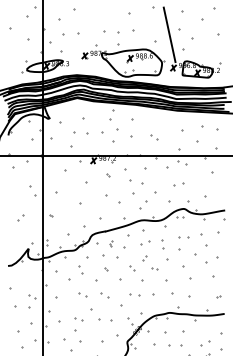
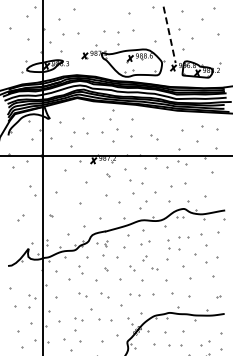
line at (169, 34): solid -> dashed
part at (178, 184) size: 12x5 px -> 17x6 px
part at (111, 243) position: (111, 243) -> (106, 243)
part at (162, 244) position: (162, 244) -> (168, 244)
